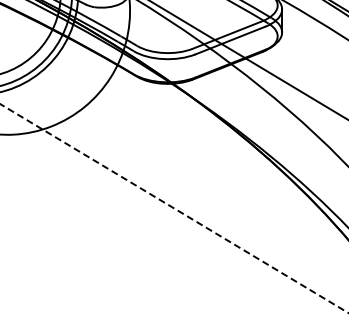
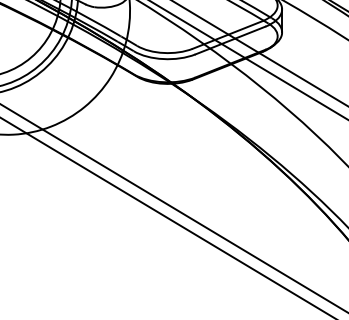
line at (259, 53): none -> present
line at (174, 208): dashed -> solid
line at (167, 217): none -> present
